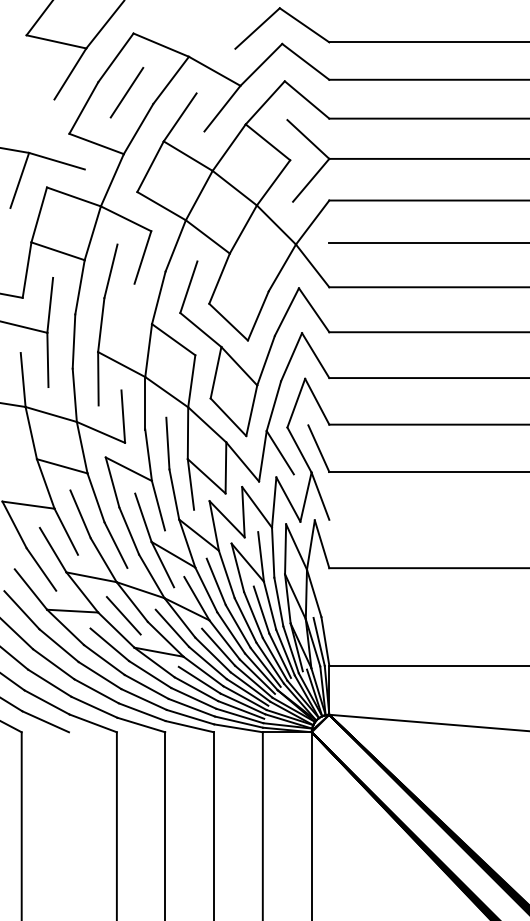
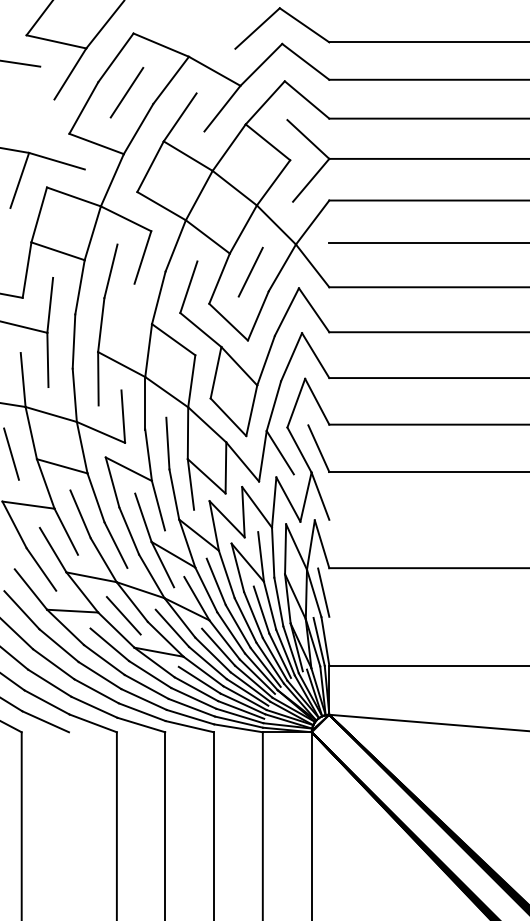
line at (21, 63): none -> present
line at (250, 271): none -> present
line at (11, 453): none -> present
line at (323, 592): none -> present
